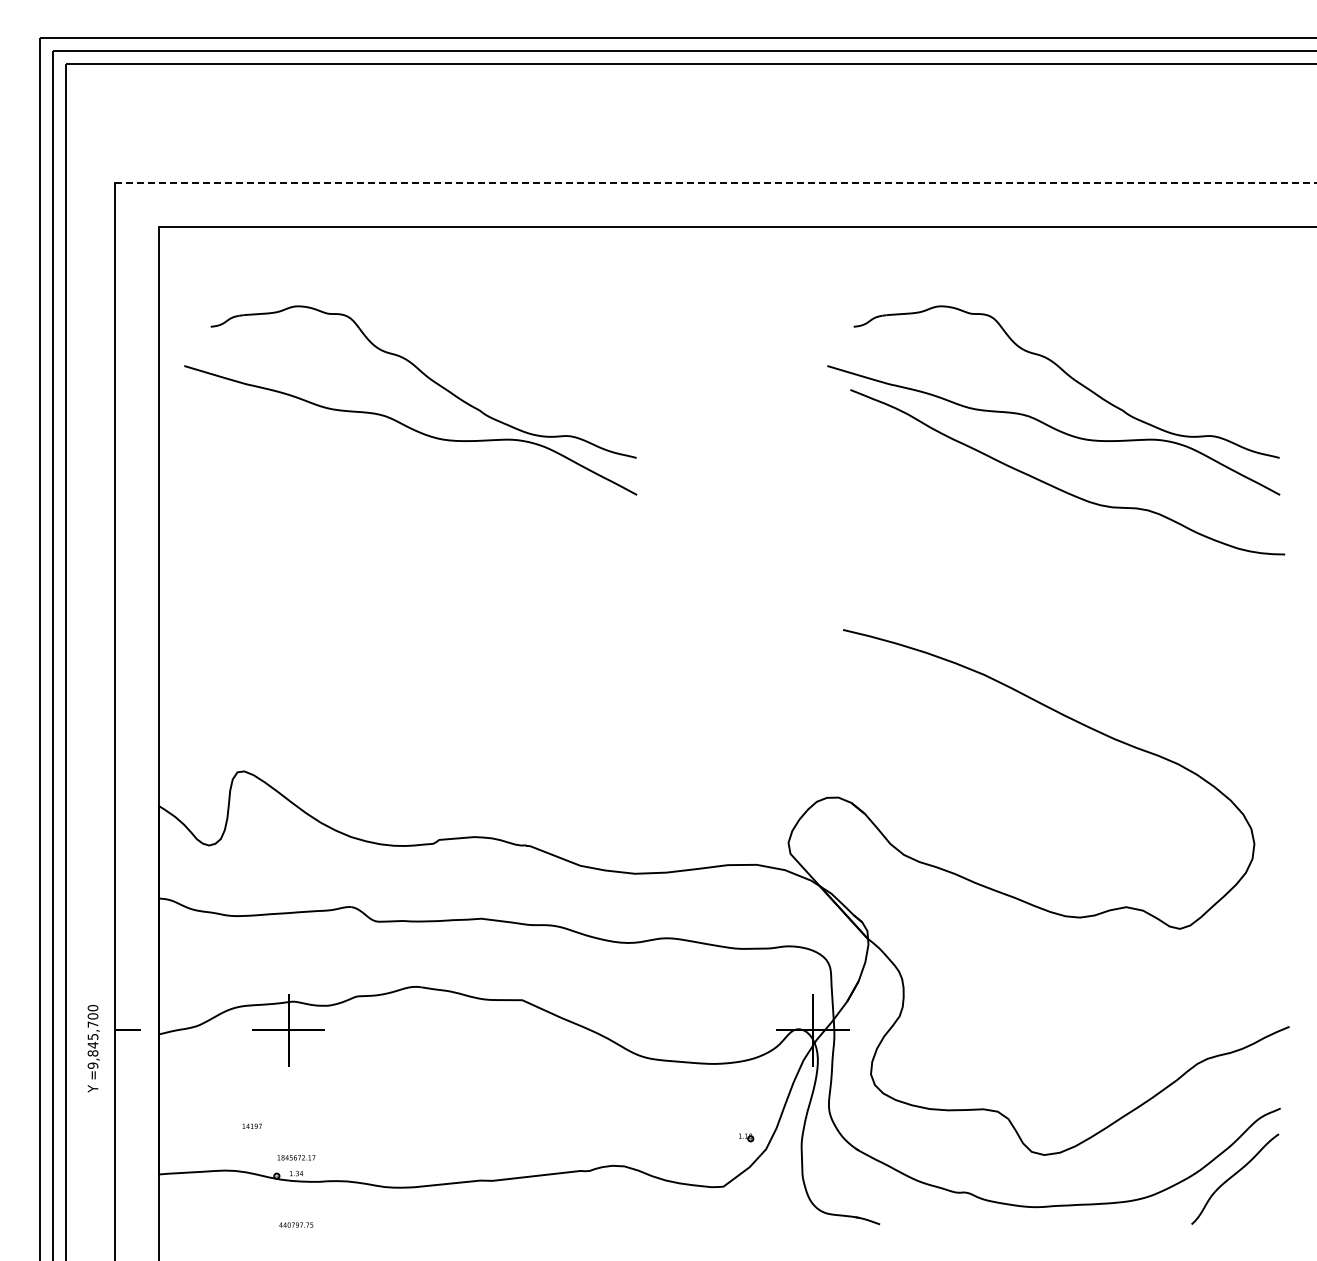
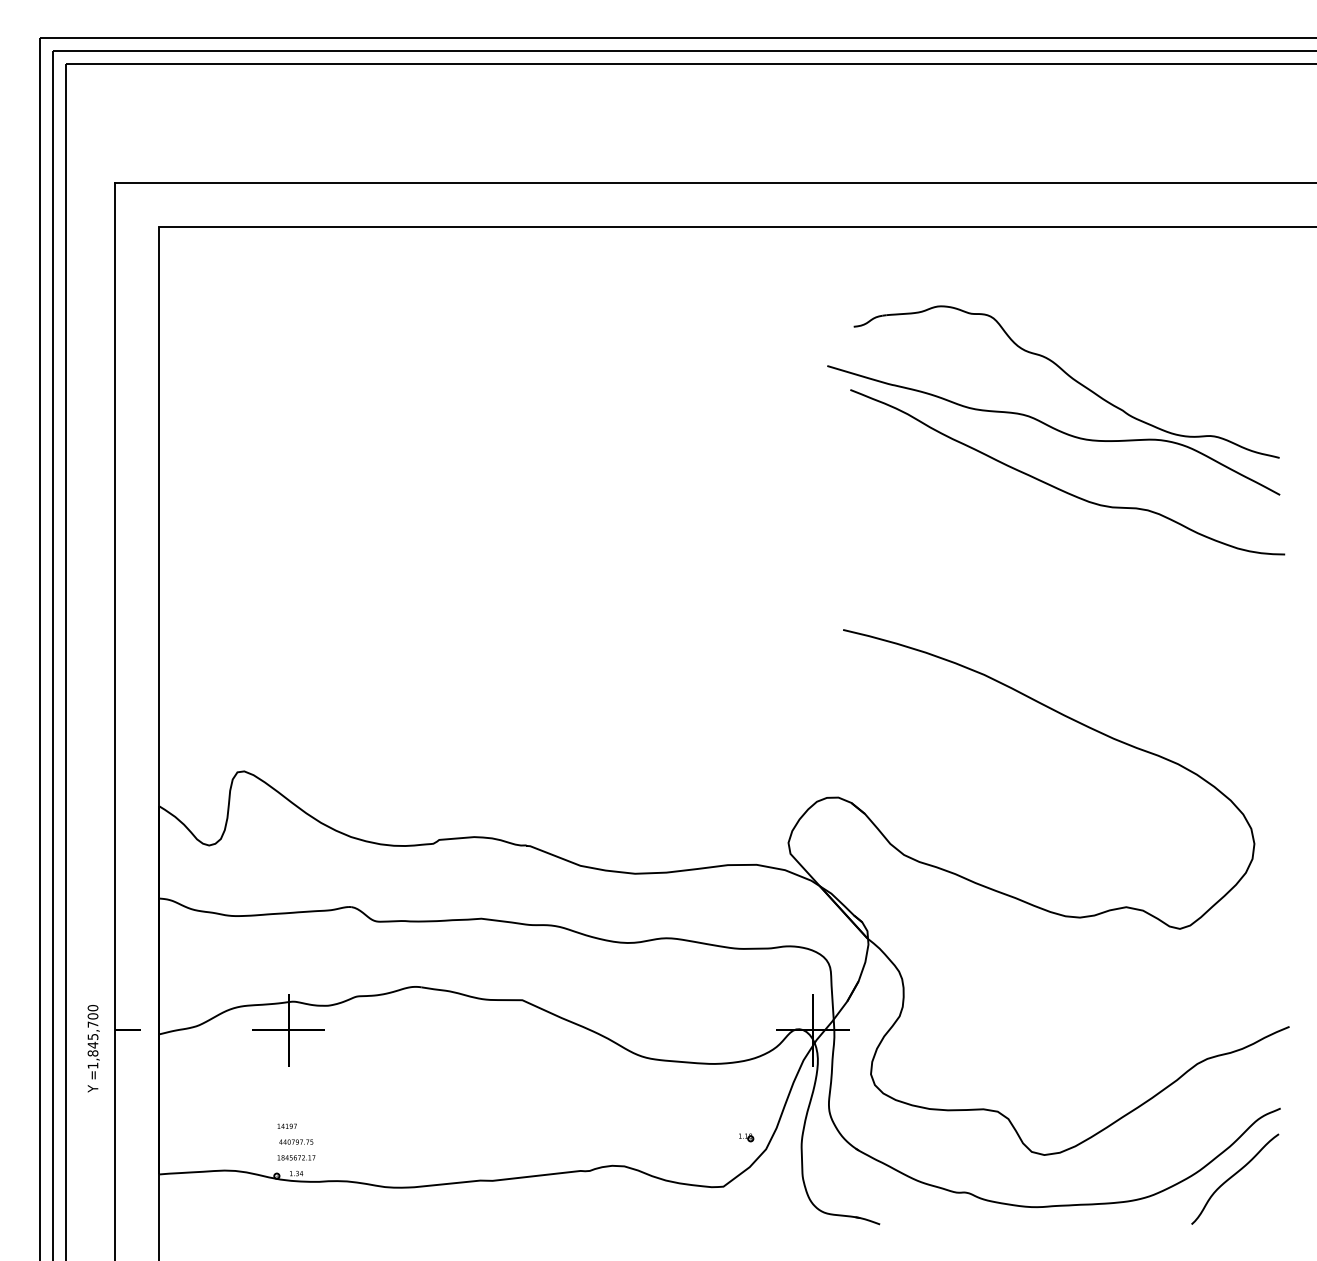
line at (715, 182): dashed -> solid
part at (399, 421): present -> none
text at (92, 1065): =9,845,700 -> =1,845,700
text at (251, 1125) position: (251, 1125) -> (286, 1125)
text at (296, 1224) position: (296, 1224) -> (296, 1141)
